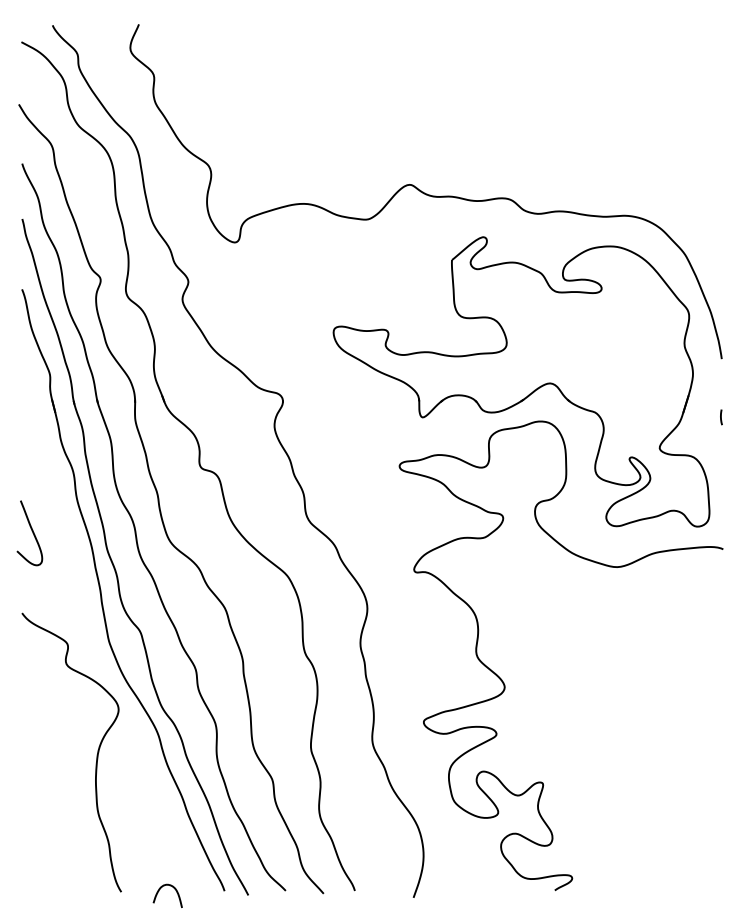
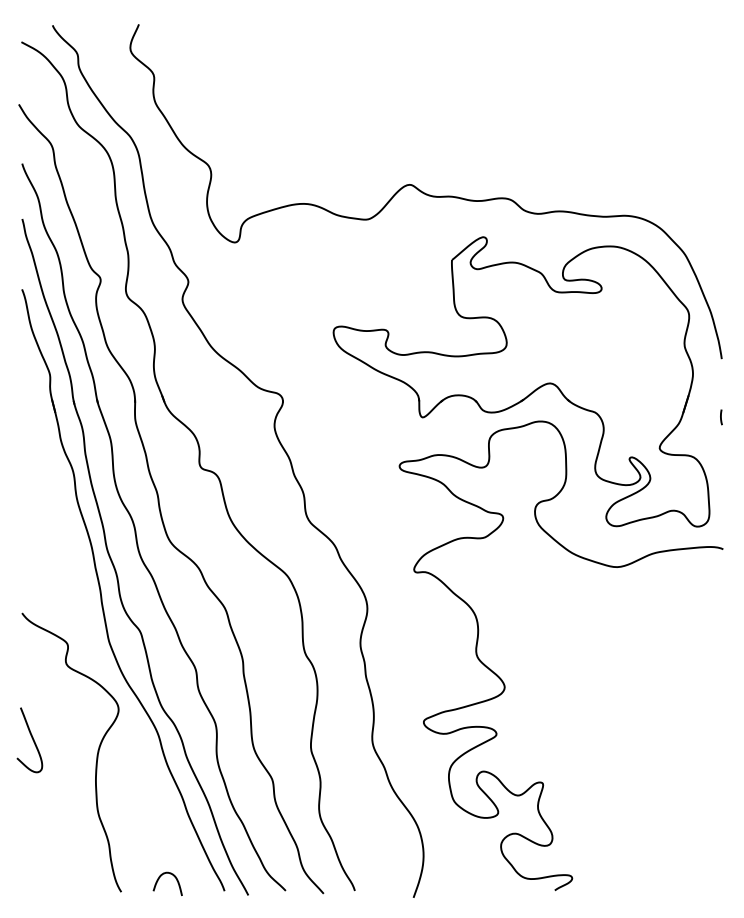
curve at (31, 531) position: (31, 531) -> (31, 738)
curve at (159, 891) position: (159, 891) -> (159, 879)
